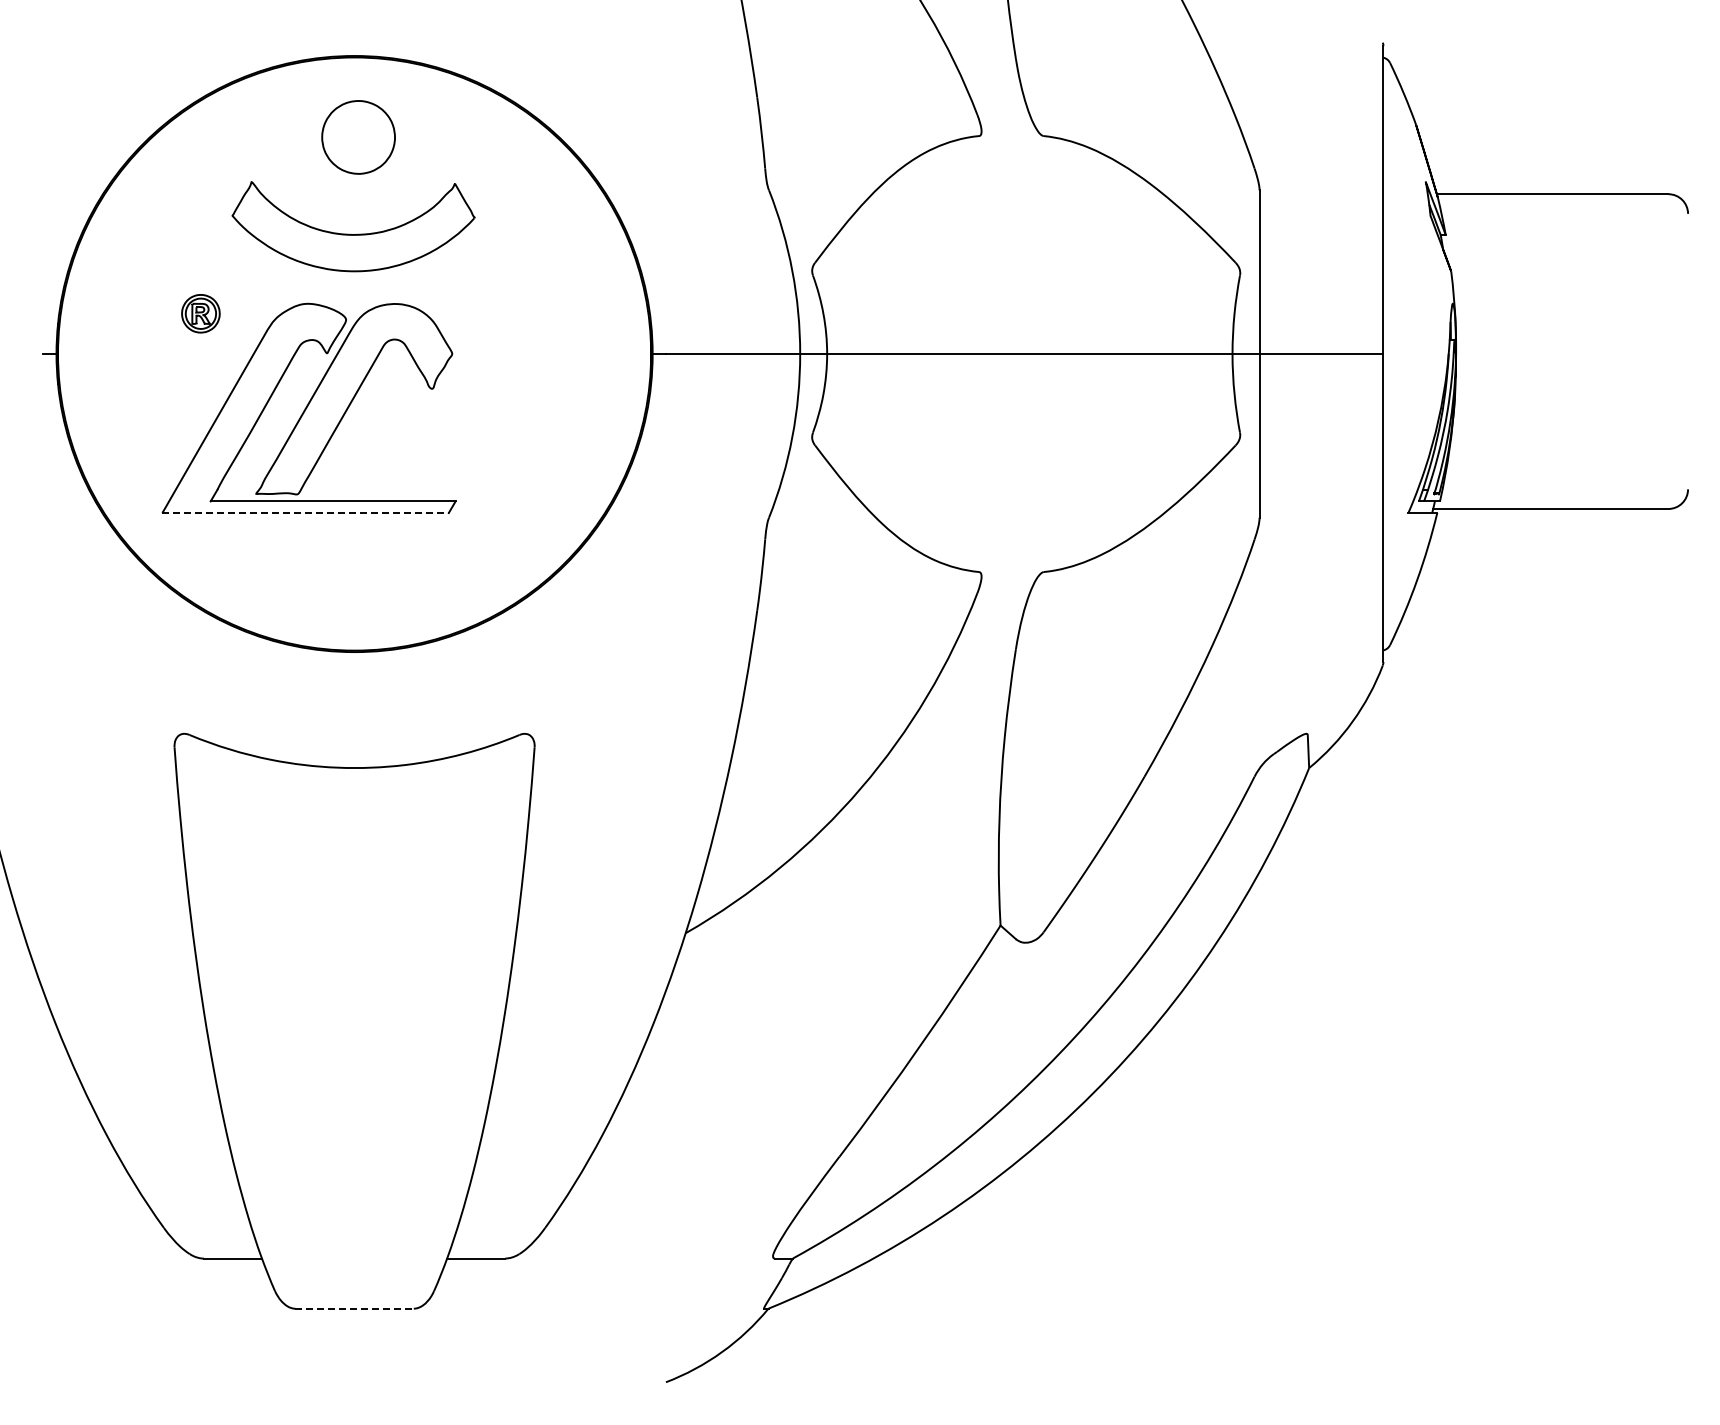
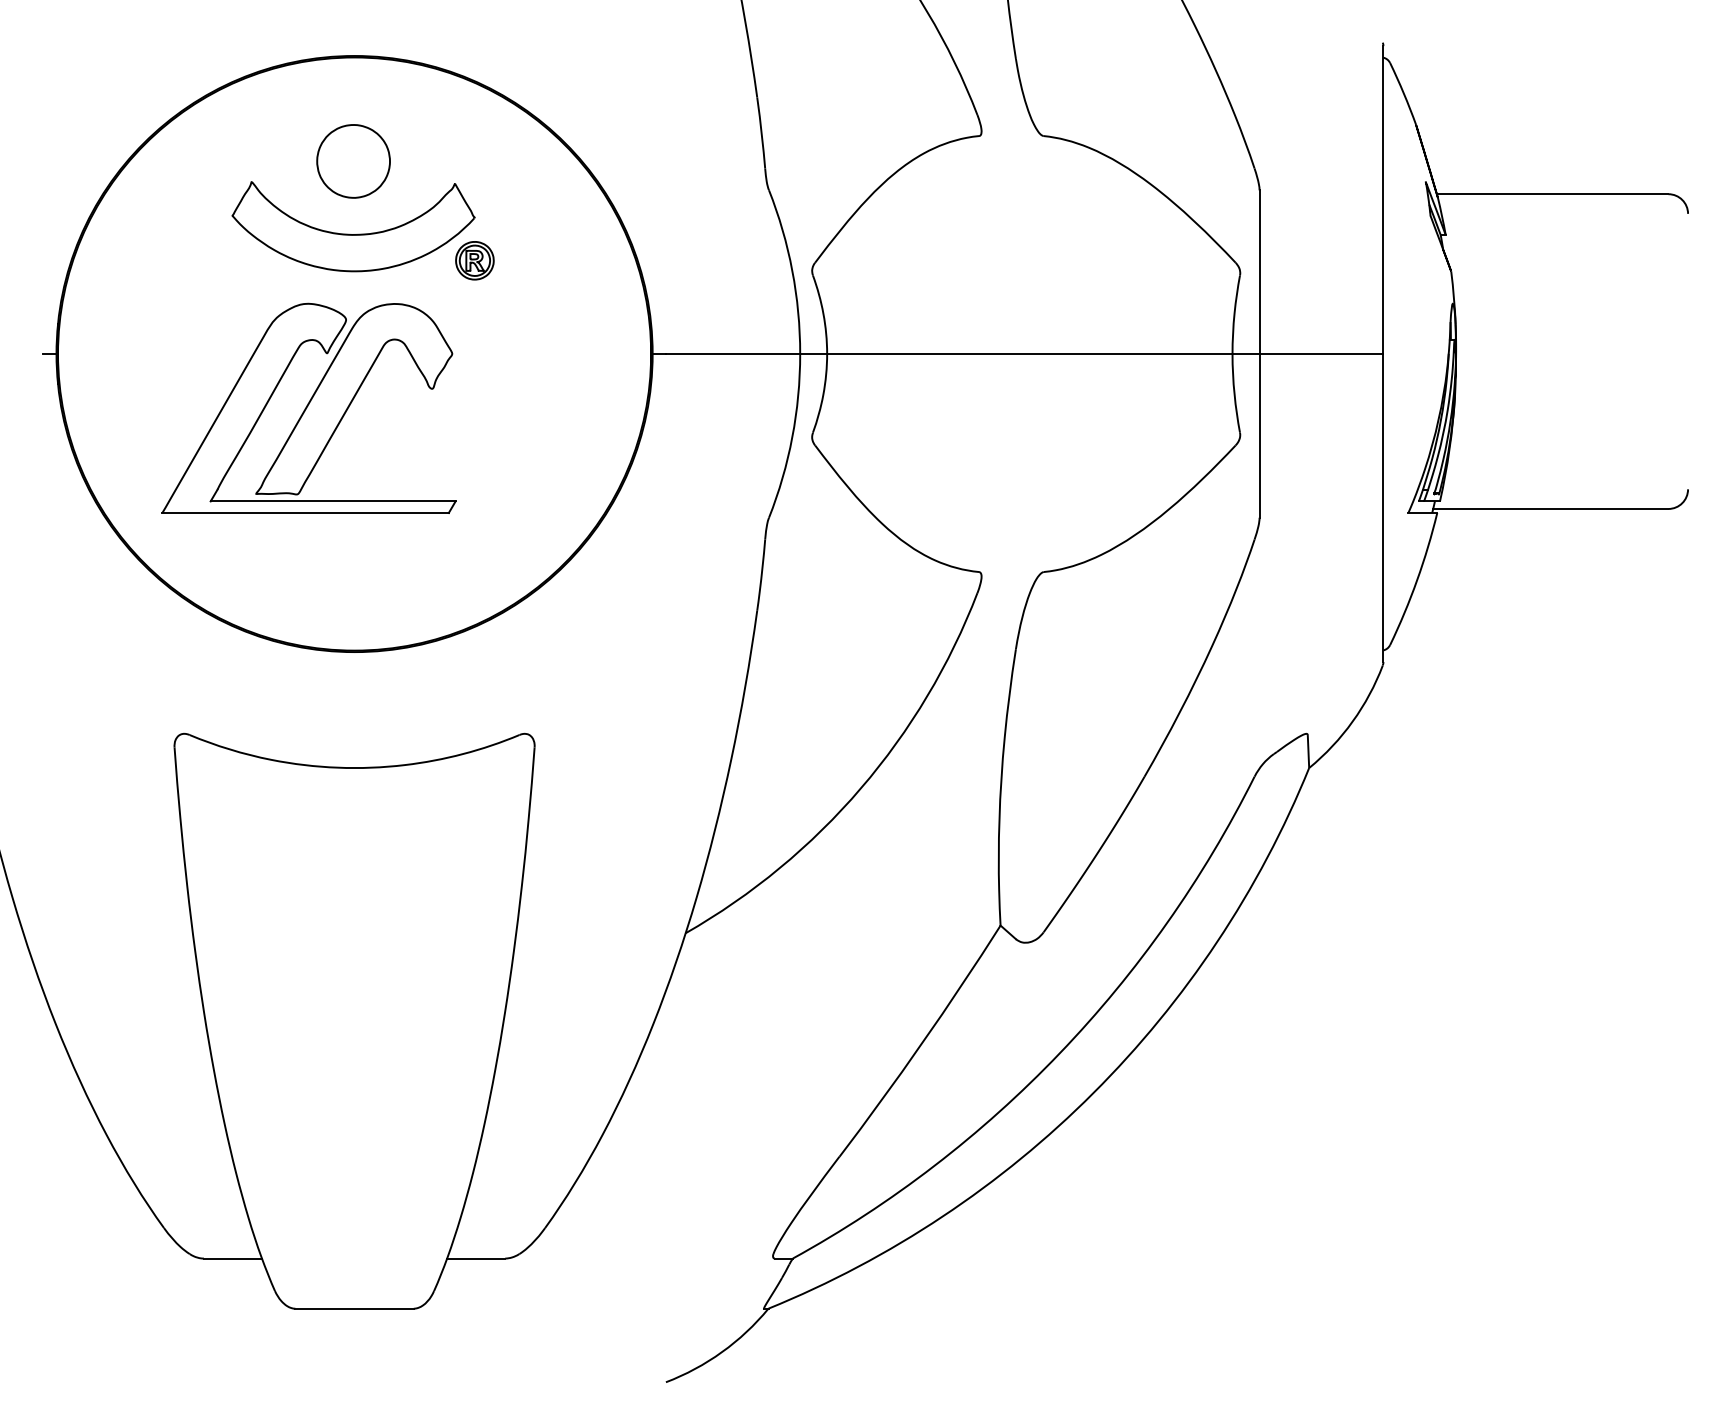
part at (358, 137) position: (358, 137) -> (353, 161)
part at (200, 313) position: (200, 313) -> (474, 260)
line at (306, 513): dashed -> solid
line at (355, 1308): dashed -> solid
